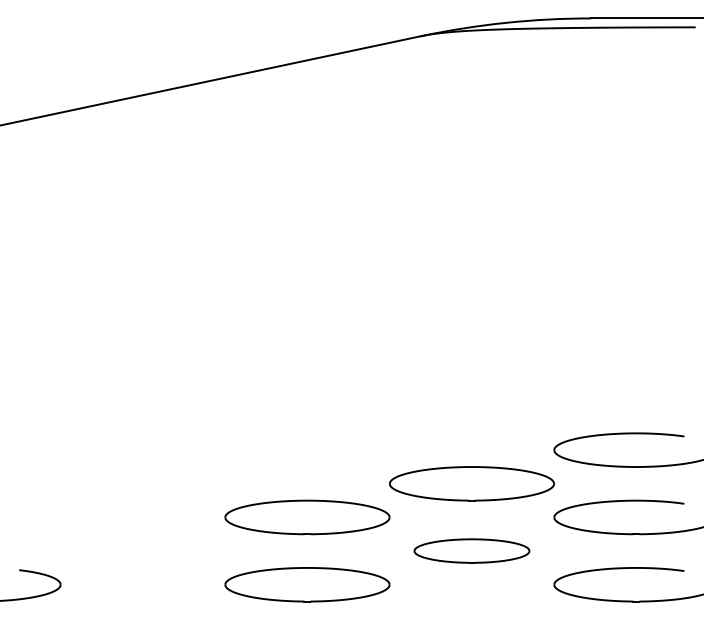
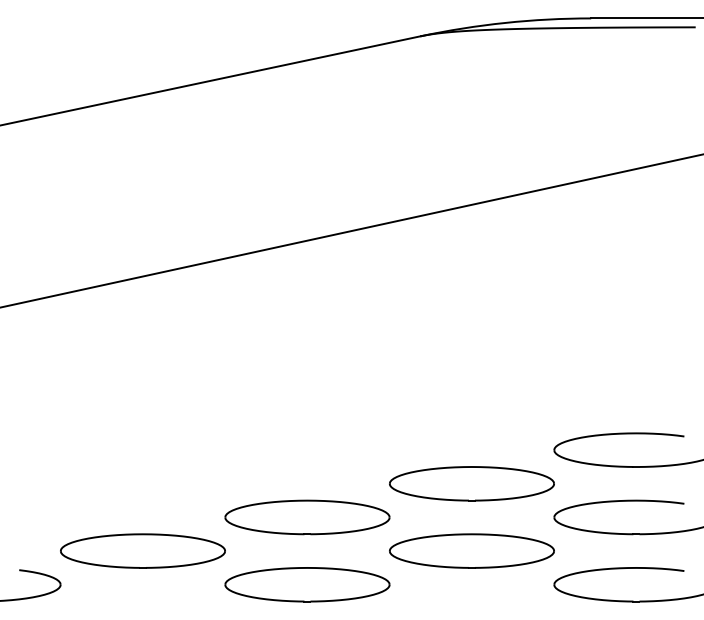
line at (351, 230): none -> present
part at (142, 550): none -> present
part at (471, 550) size: 118x26 px -> 166x36 px
